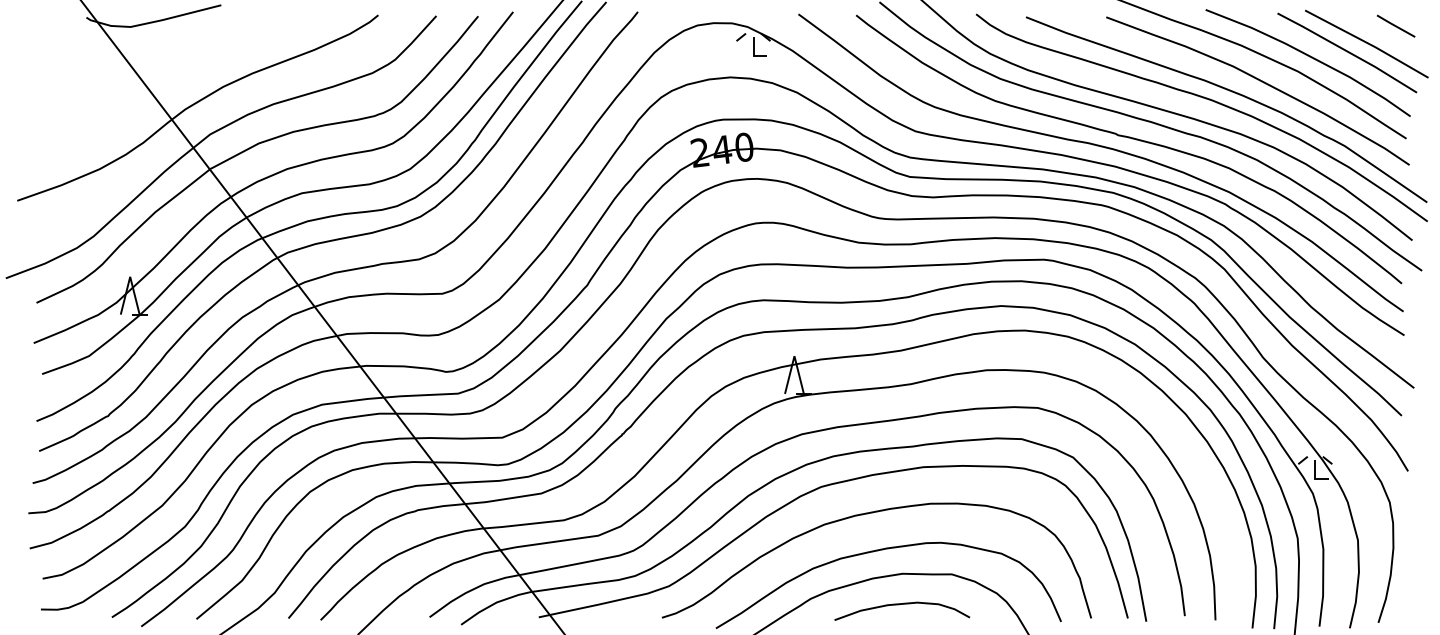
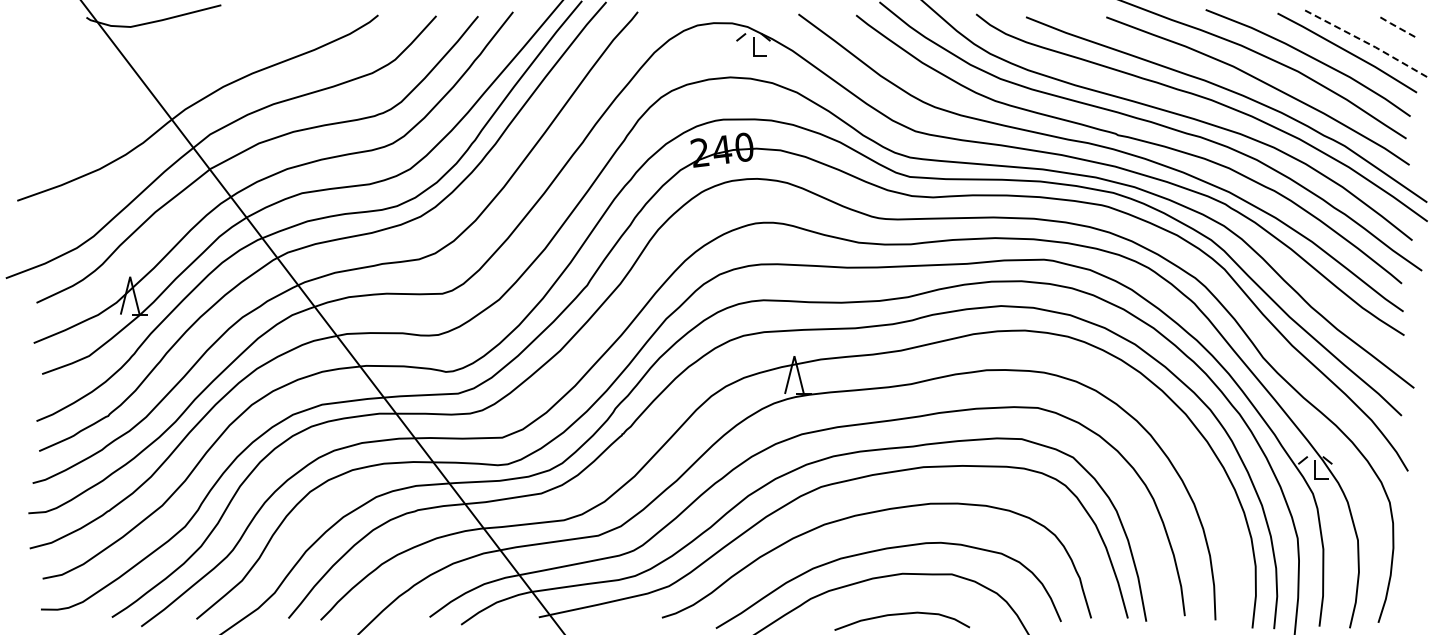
line at (1395, 26): solid -> dashed
line at (1367, 43): solid -> dashed
curve at (899, 605) position: (899, 605) -> (899, 615)
